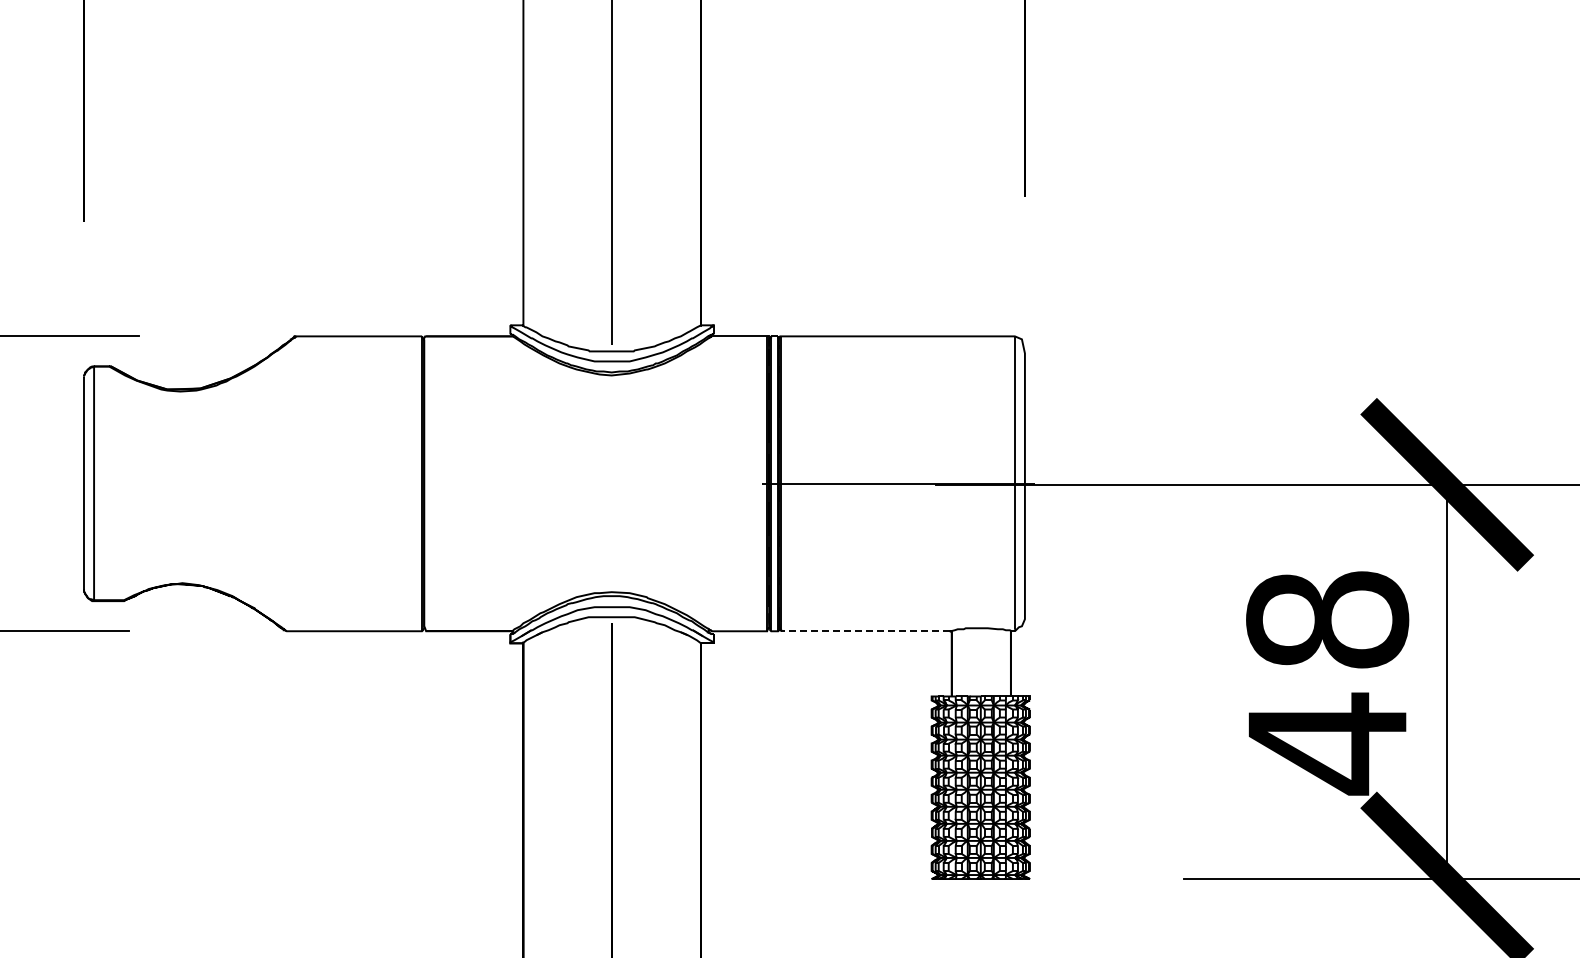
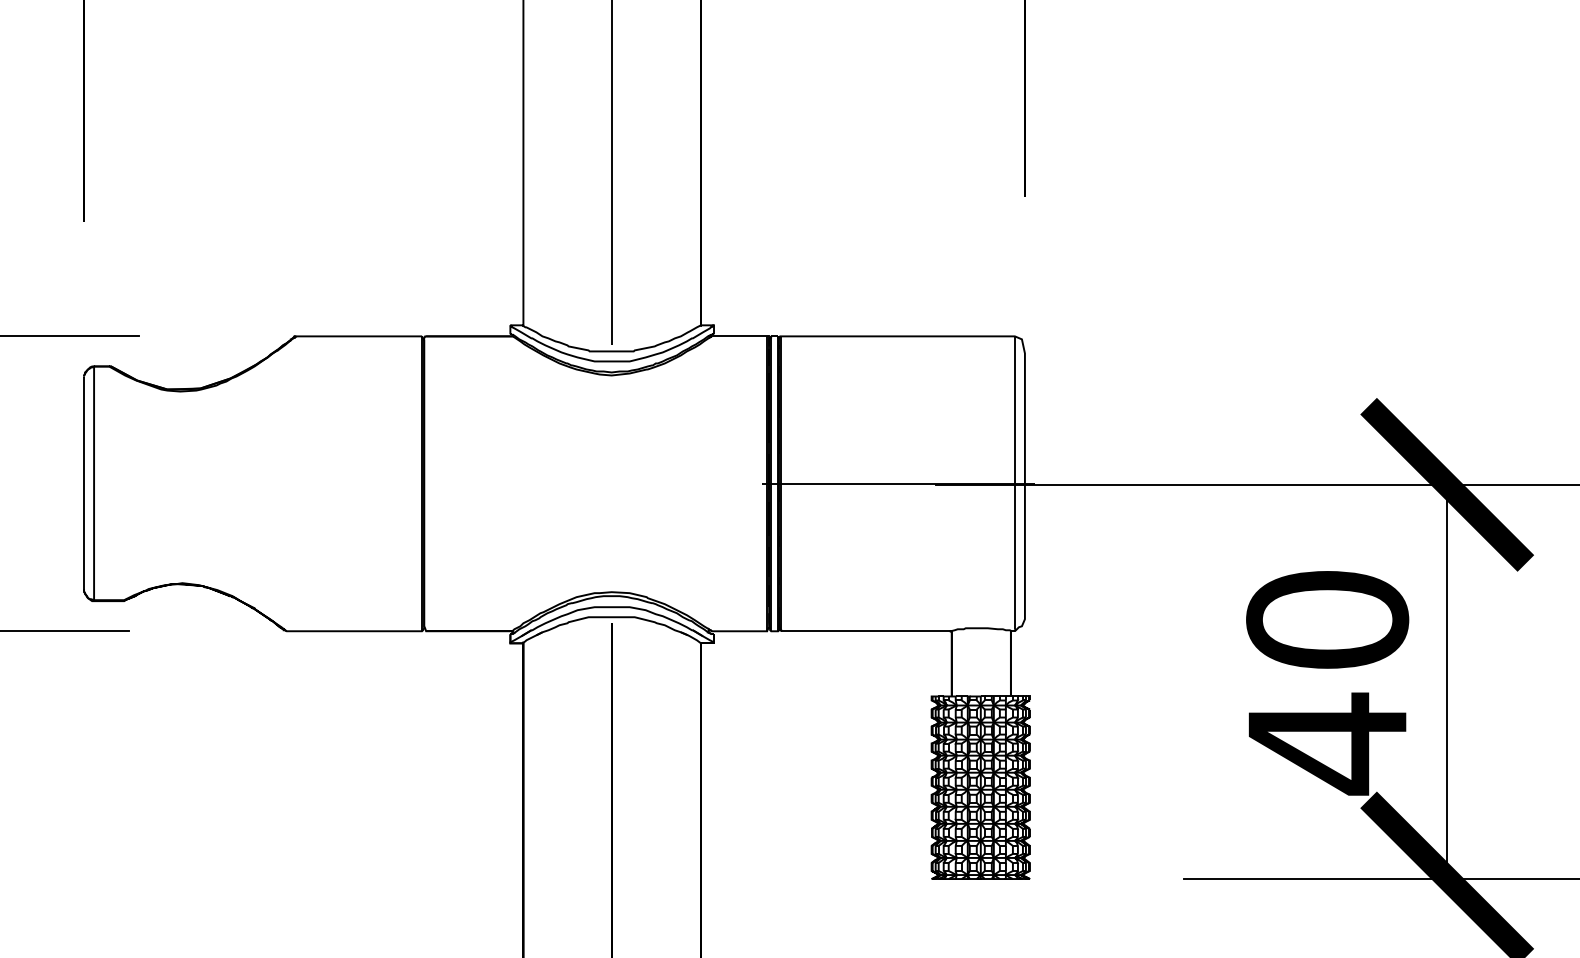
text at (1327, 619): 48 -> 40
line at (864, 631): dashed -> solid
